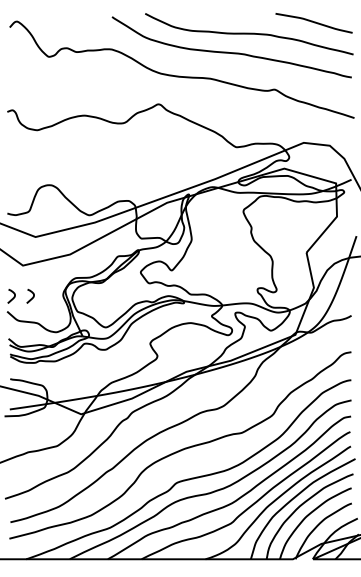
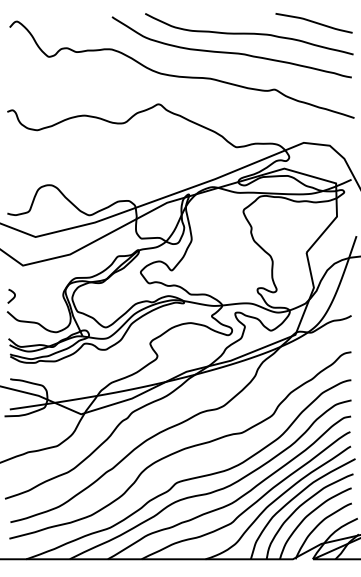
curve at (32, 294): present -> none
